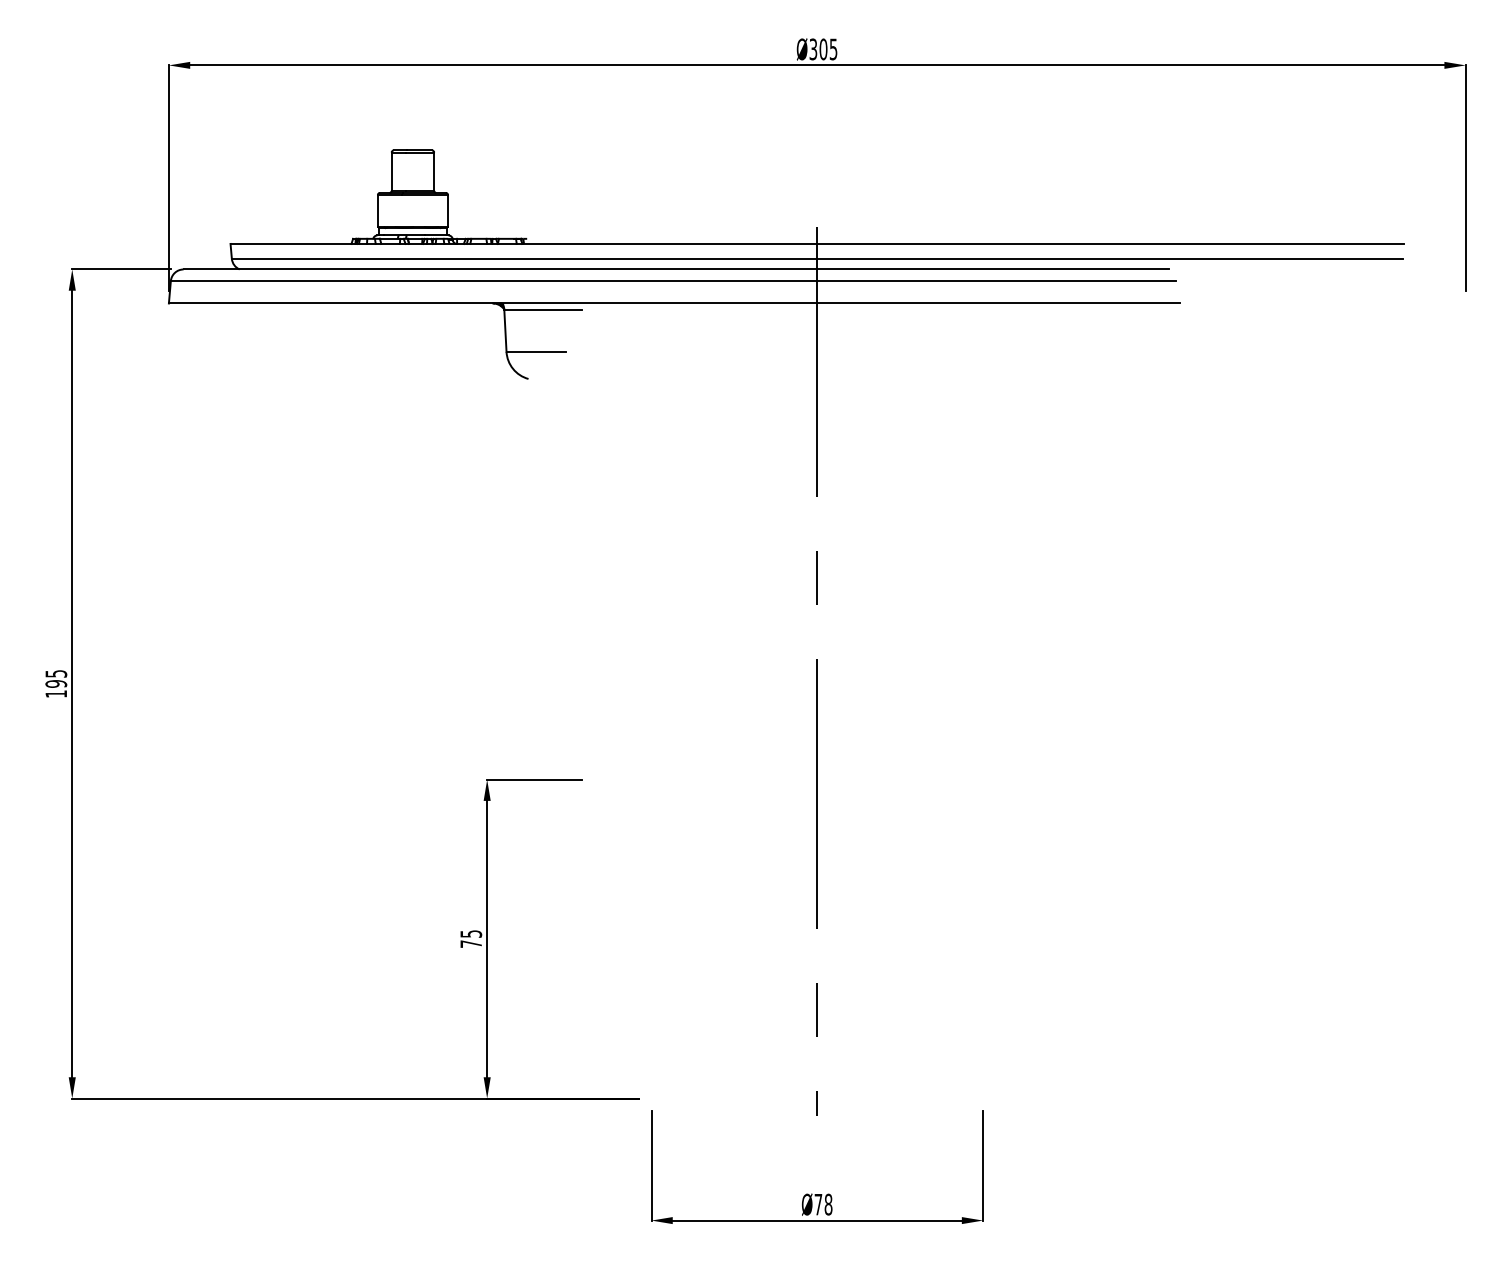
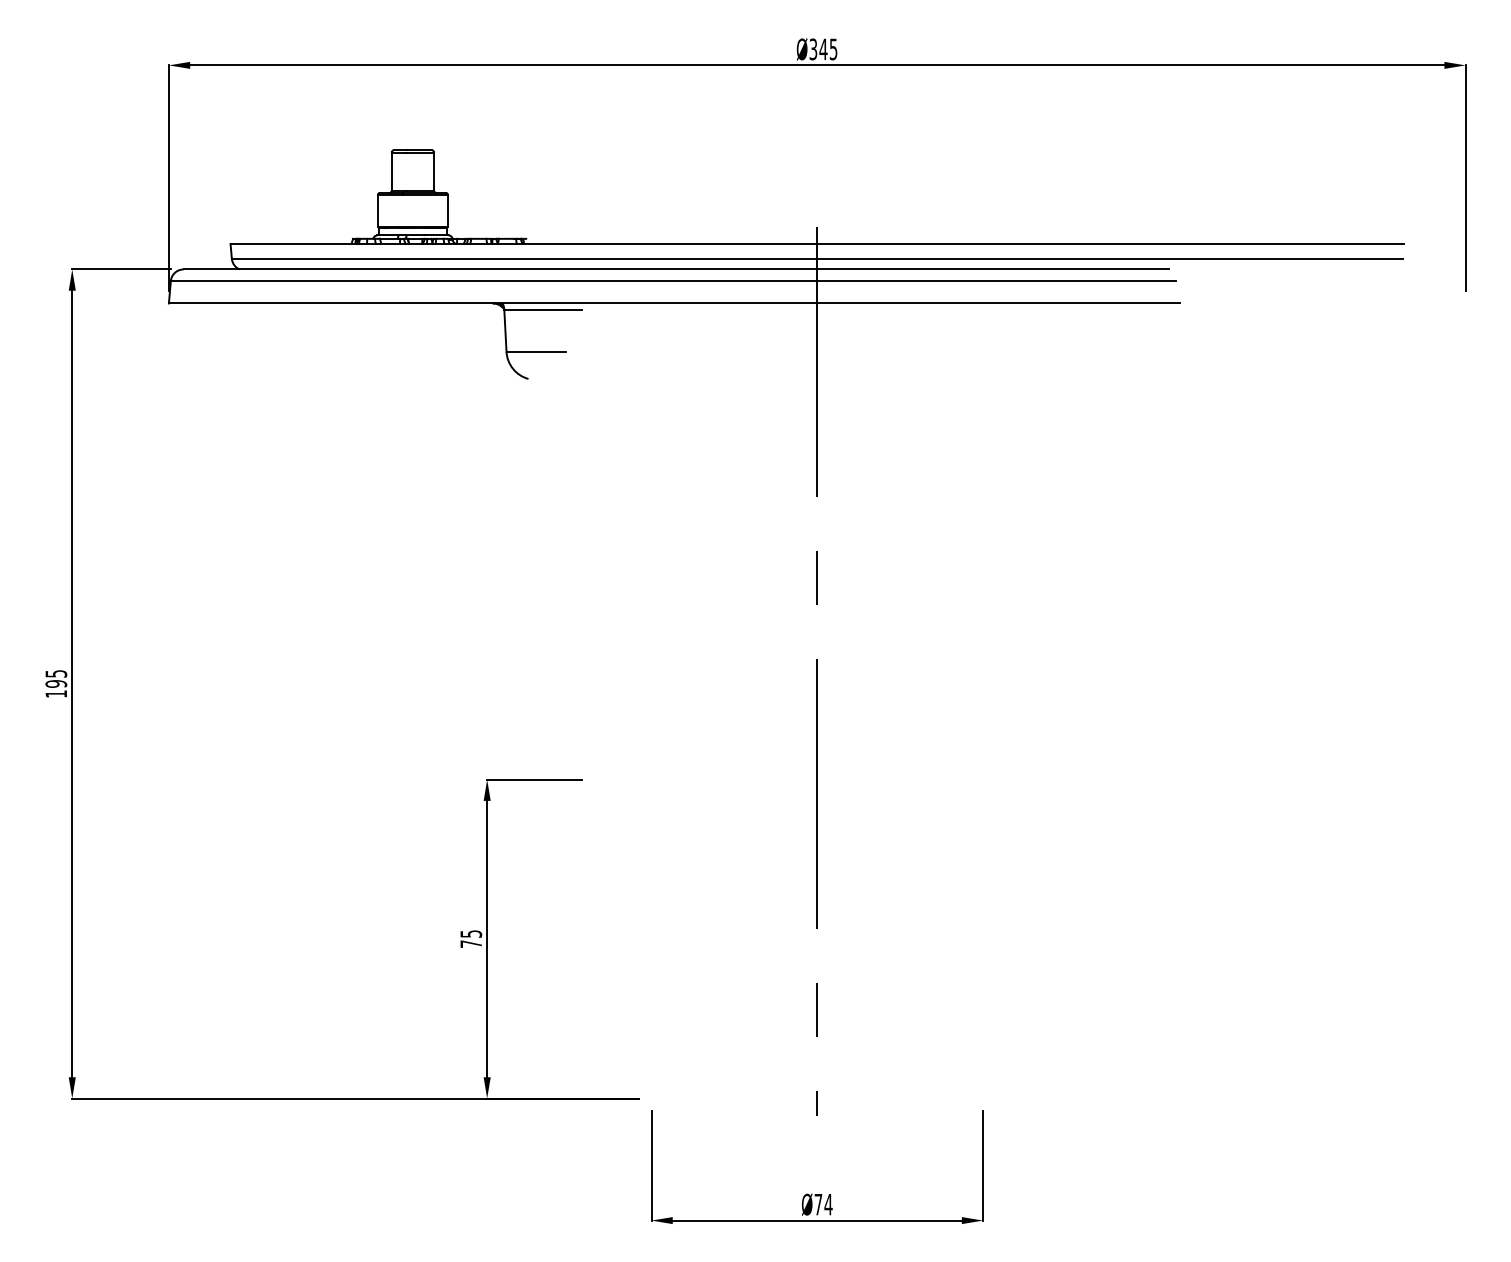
text at (823, 49): Ø305 -> Ø345
text at (828, 1204): Ø78 -> Ø74
